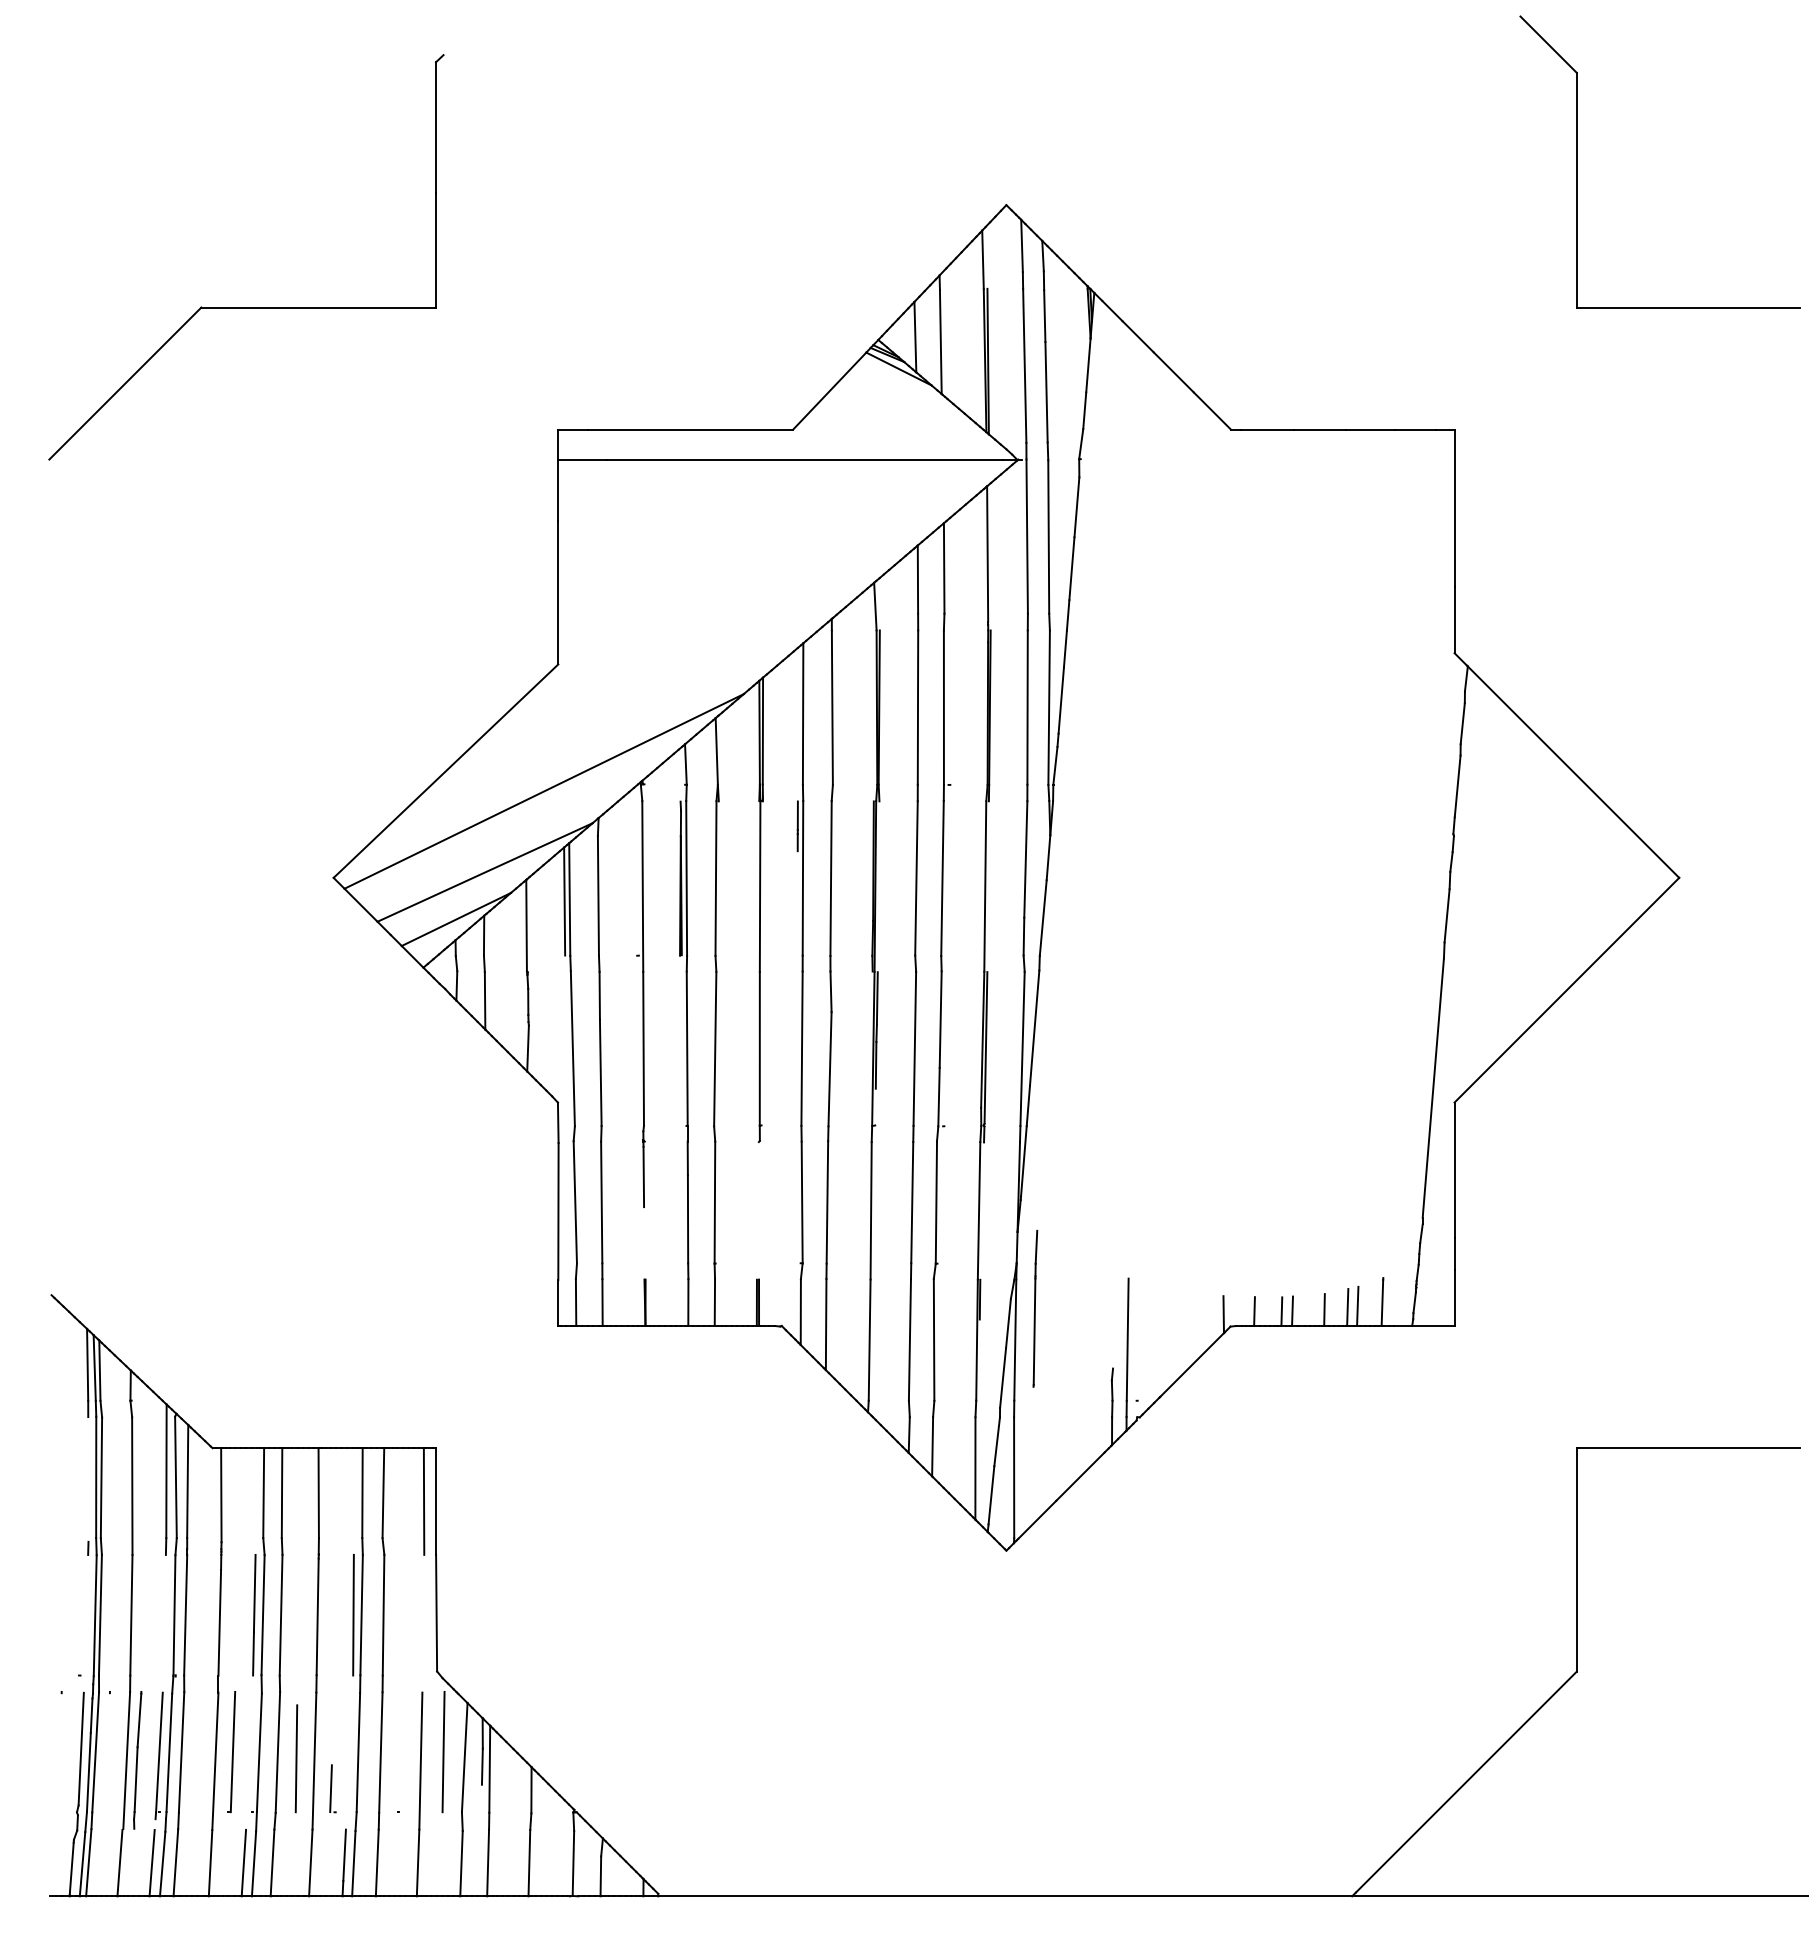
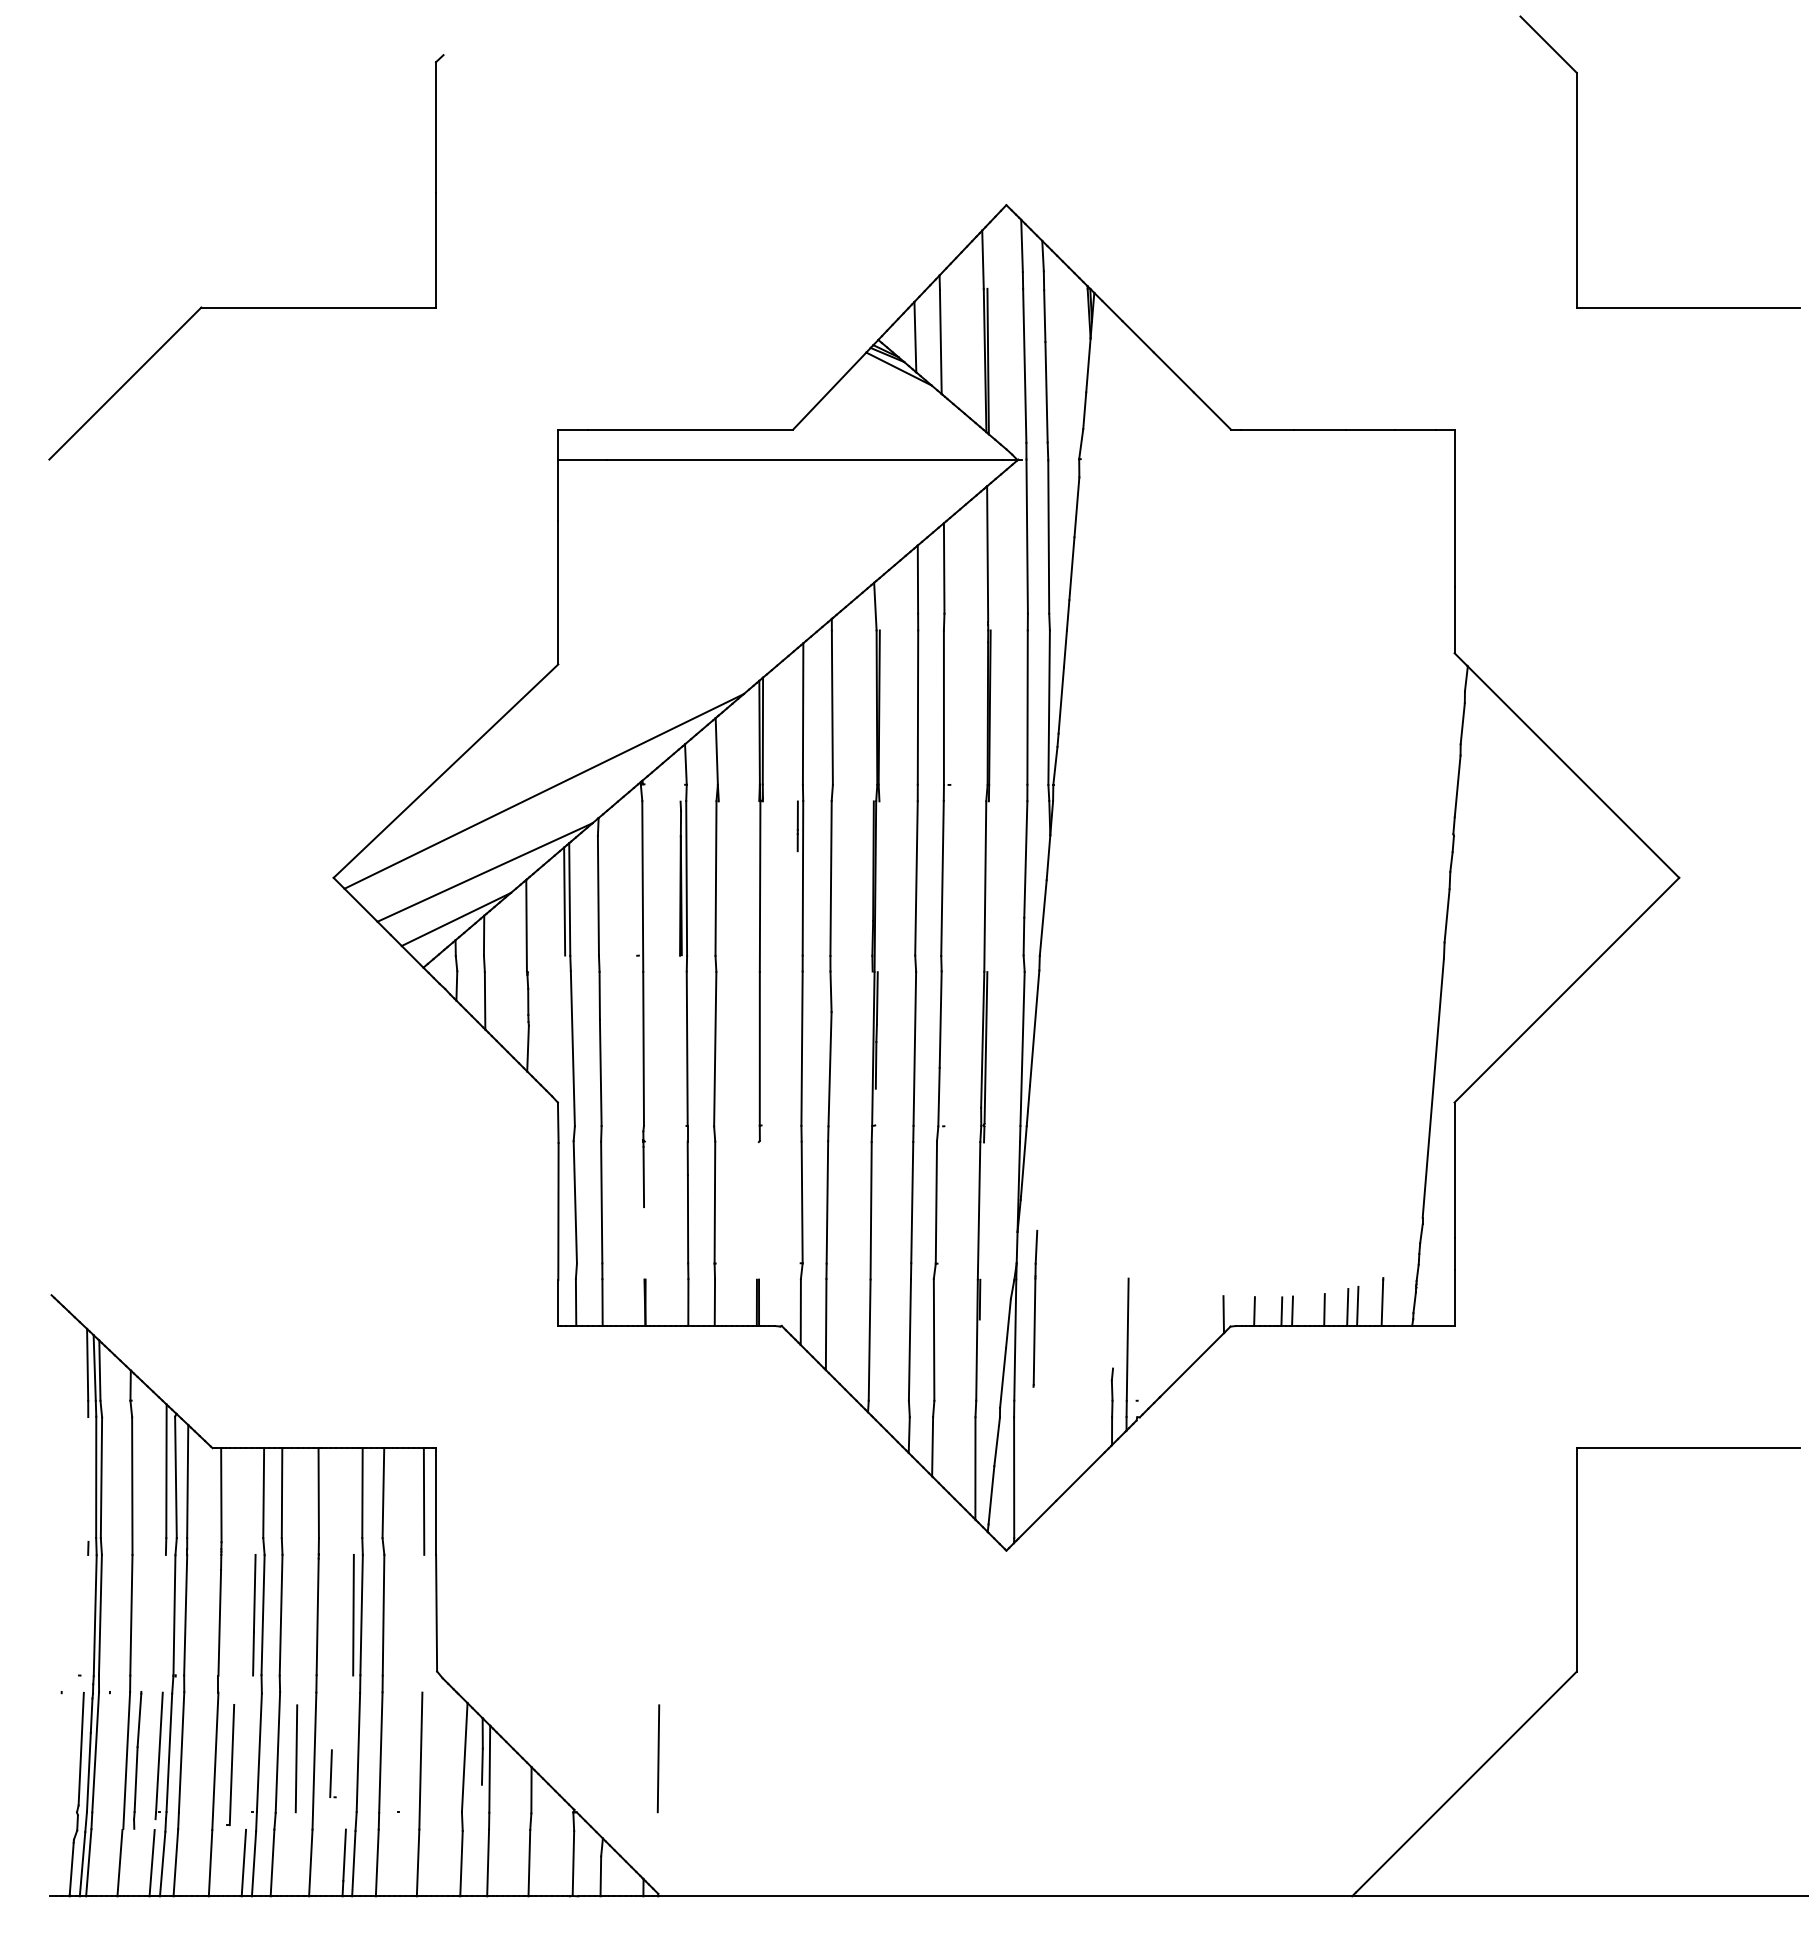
line at (443, 1751): present -> none
part at (231, 1752) position: (231, 1752) -> (230, 1765)
line at (658, 1758): none -> present
part at (332, 1788) position: (332, 1788) -> (332, 1773)
